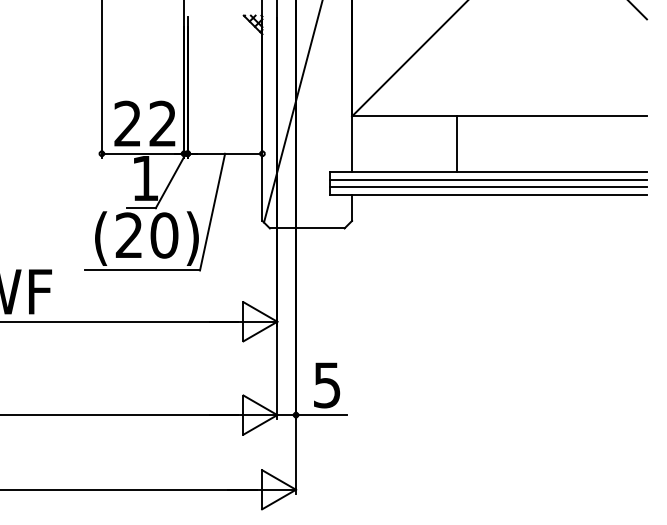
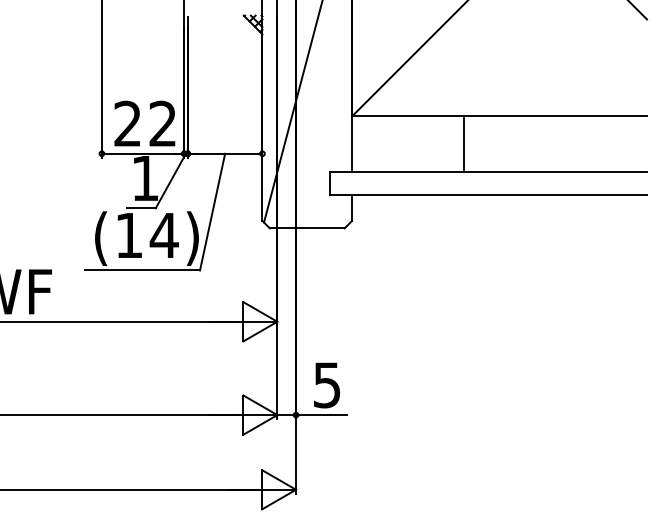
line at (456, 144) position: (456, 144) -> (463, 144)
line at (487, 179): present -> none
line at (487, 187): present -> none
text at (146, 235): (20) -> (14)
